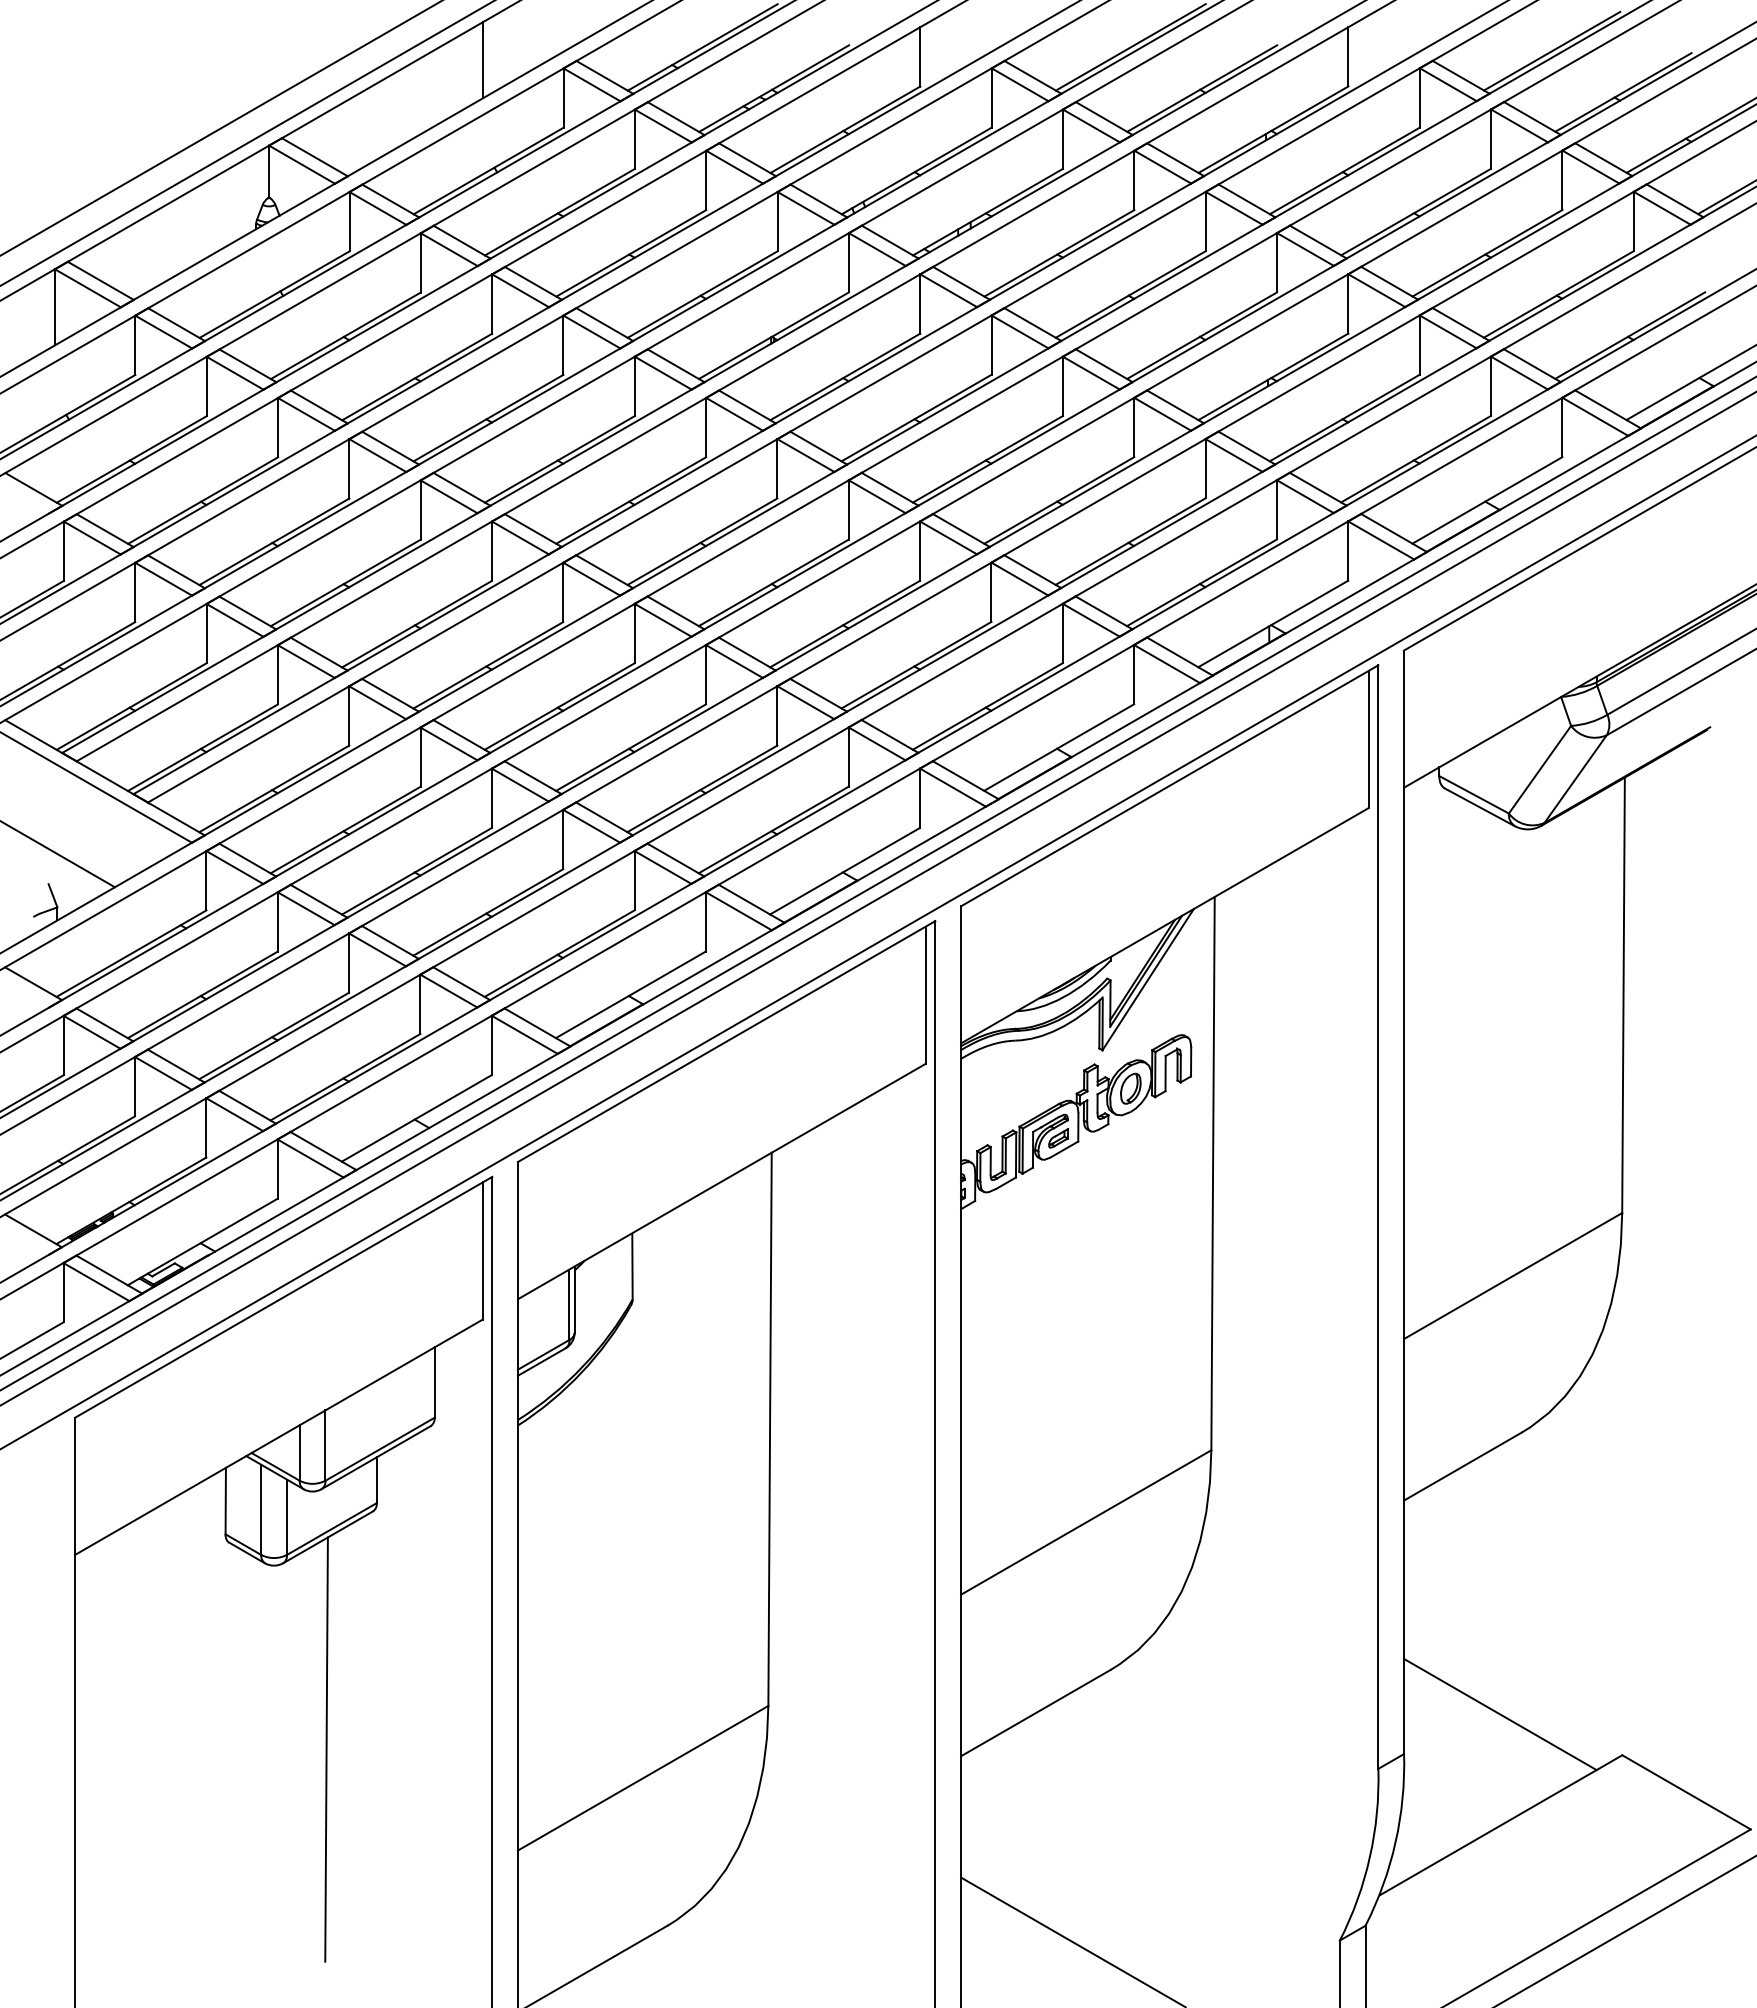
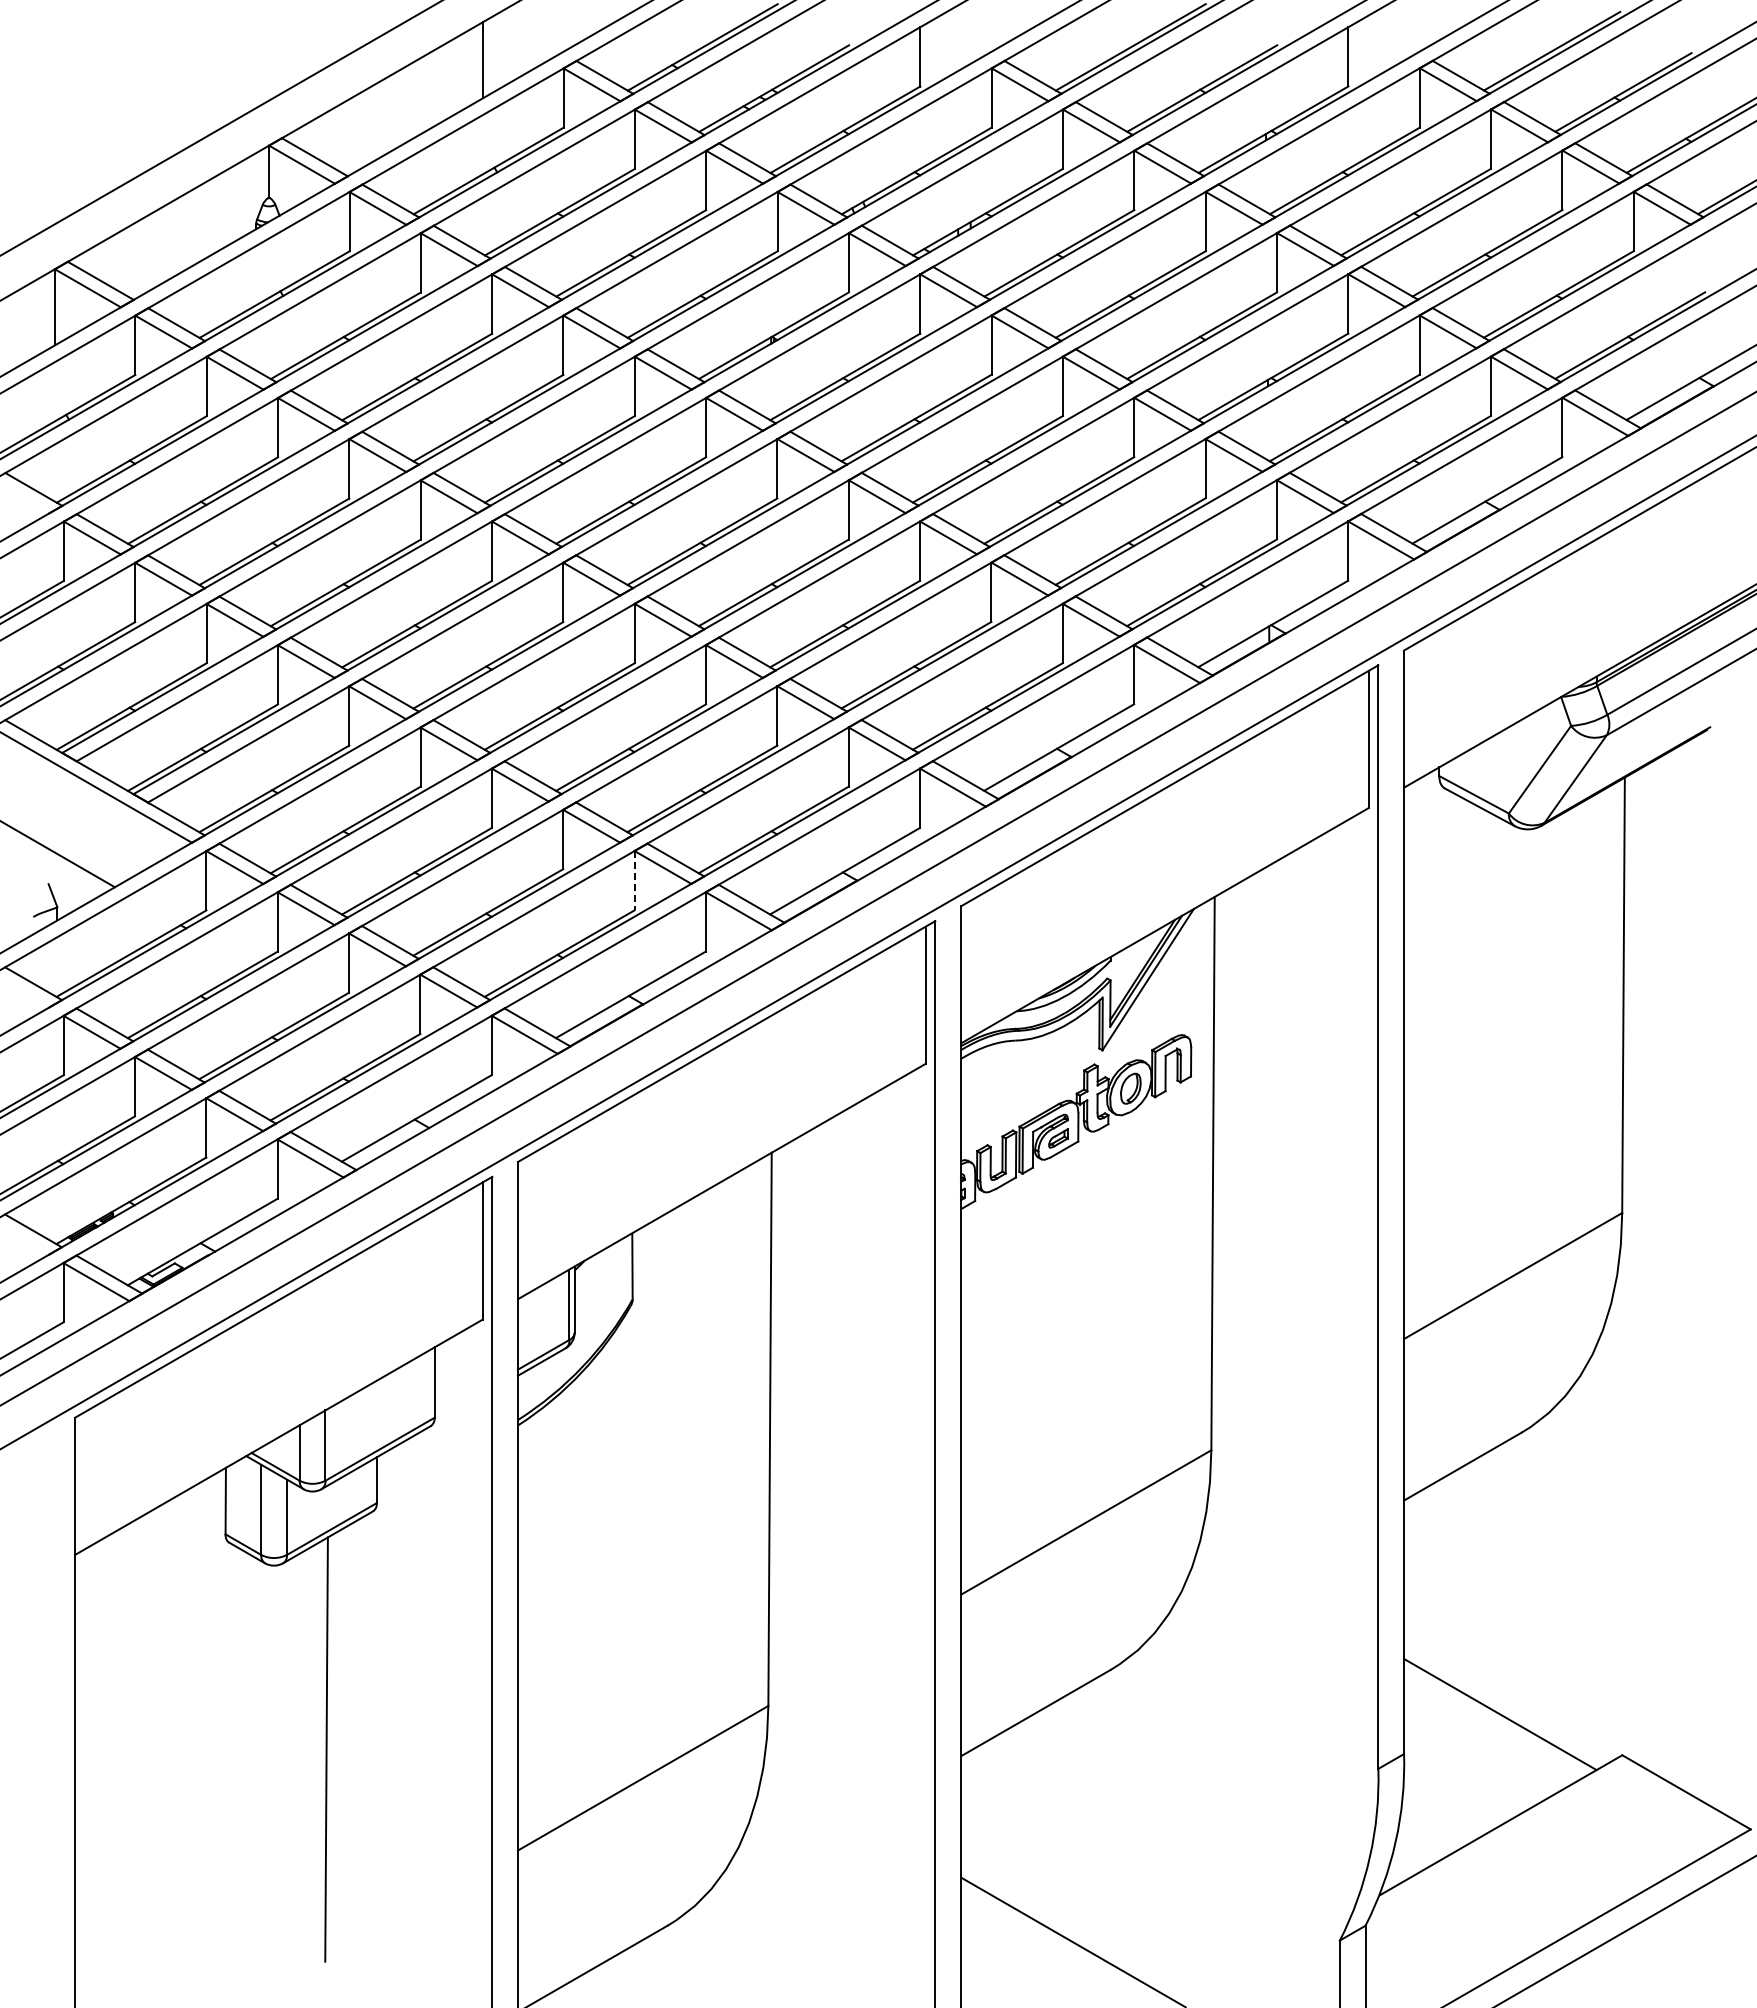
line at (246, 143): present -> none
line at (634, 880): solid -> dashed
line at (877, 883): present -> none
